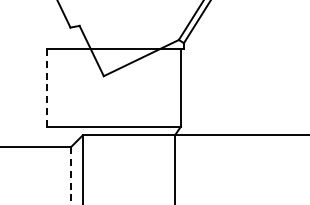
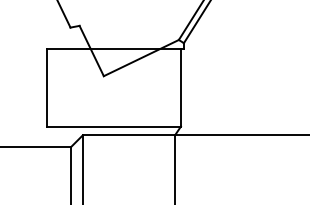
line at (47, 87): dashed -> solid
line at (70, 176): dashed -> solid
